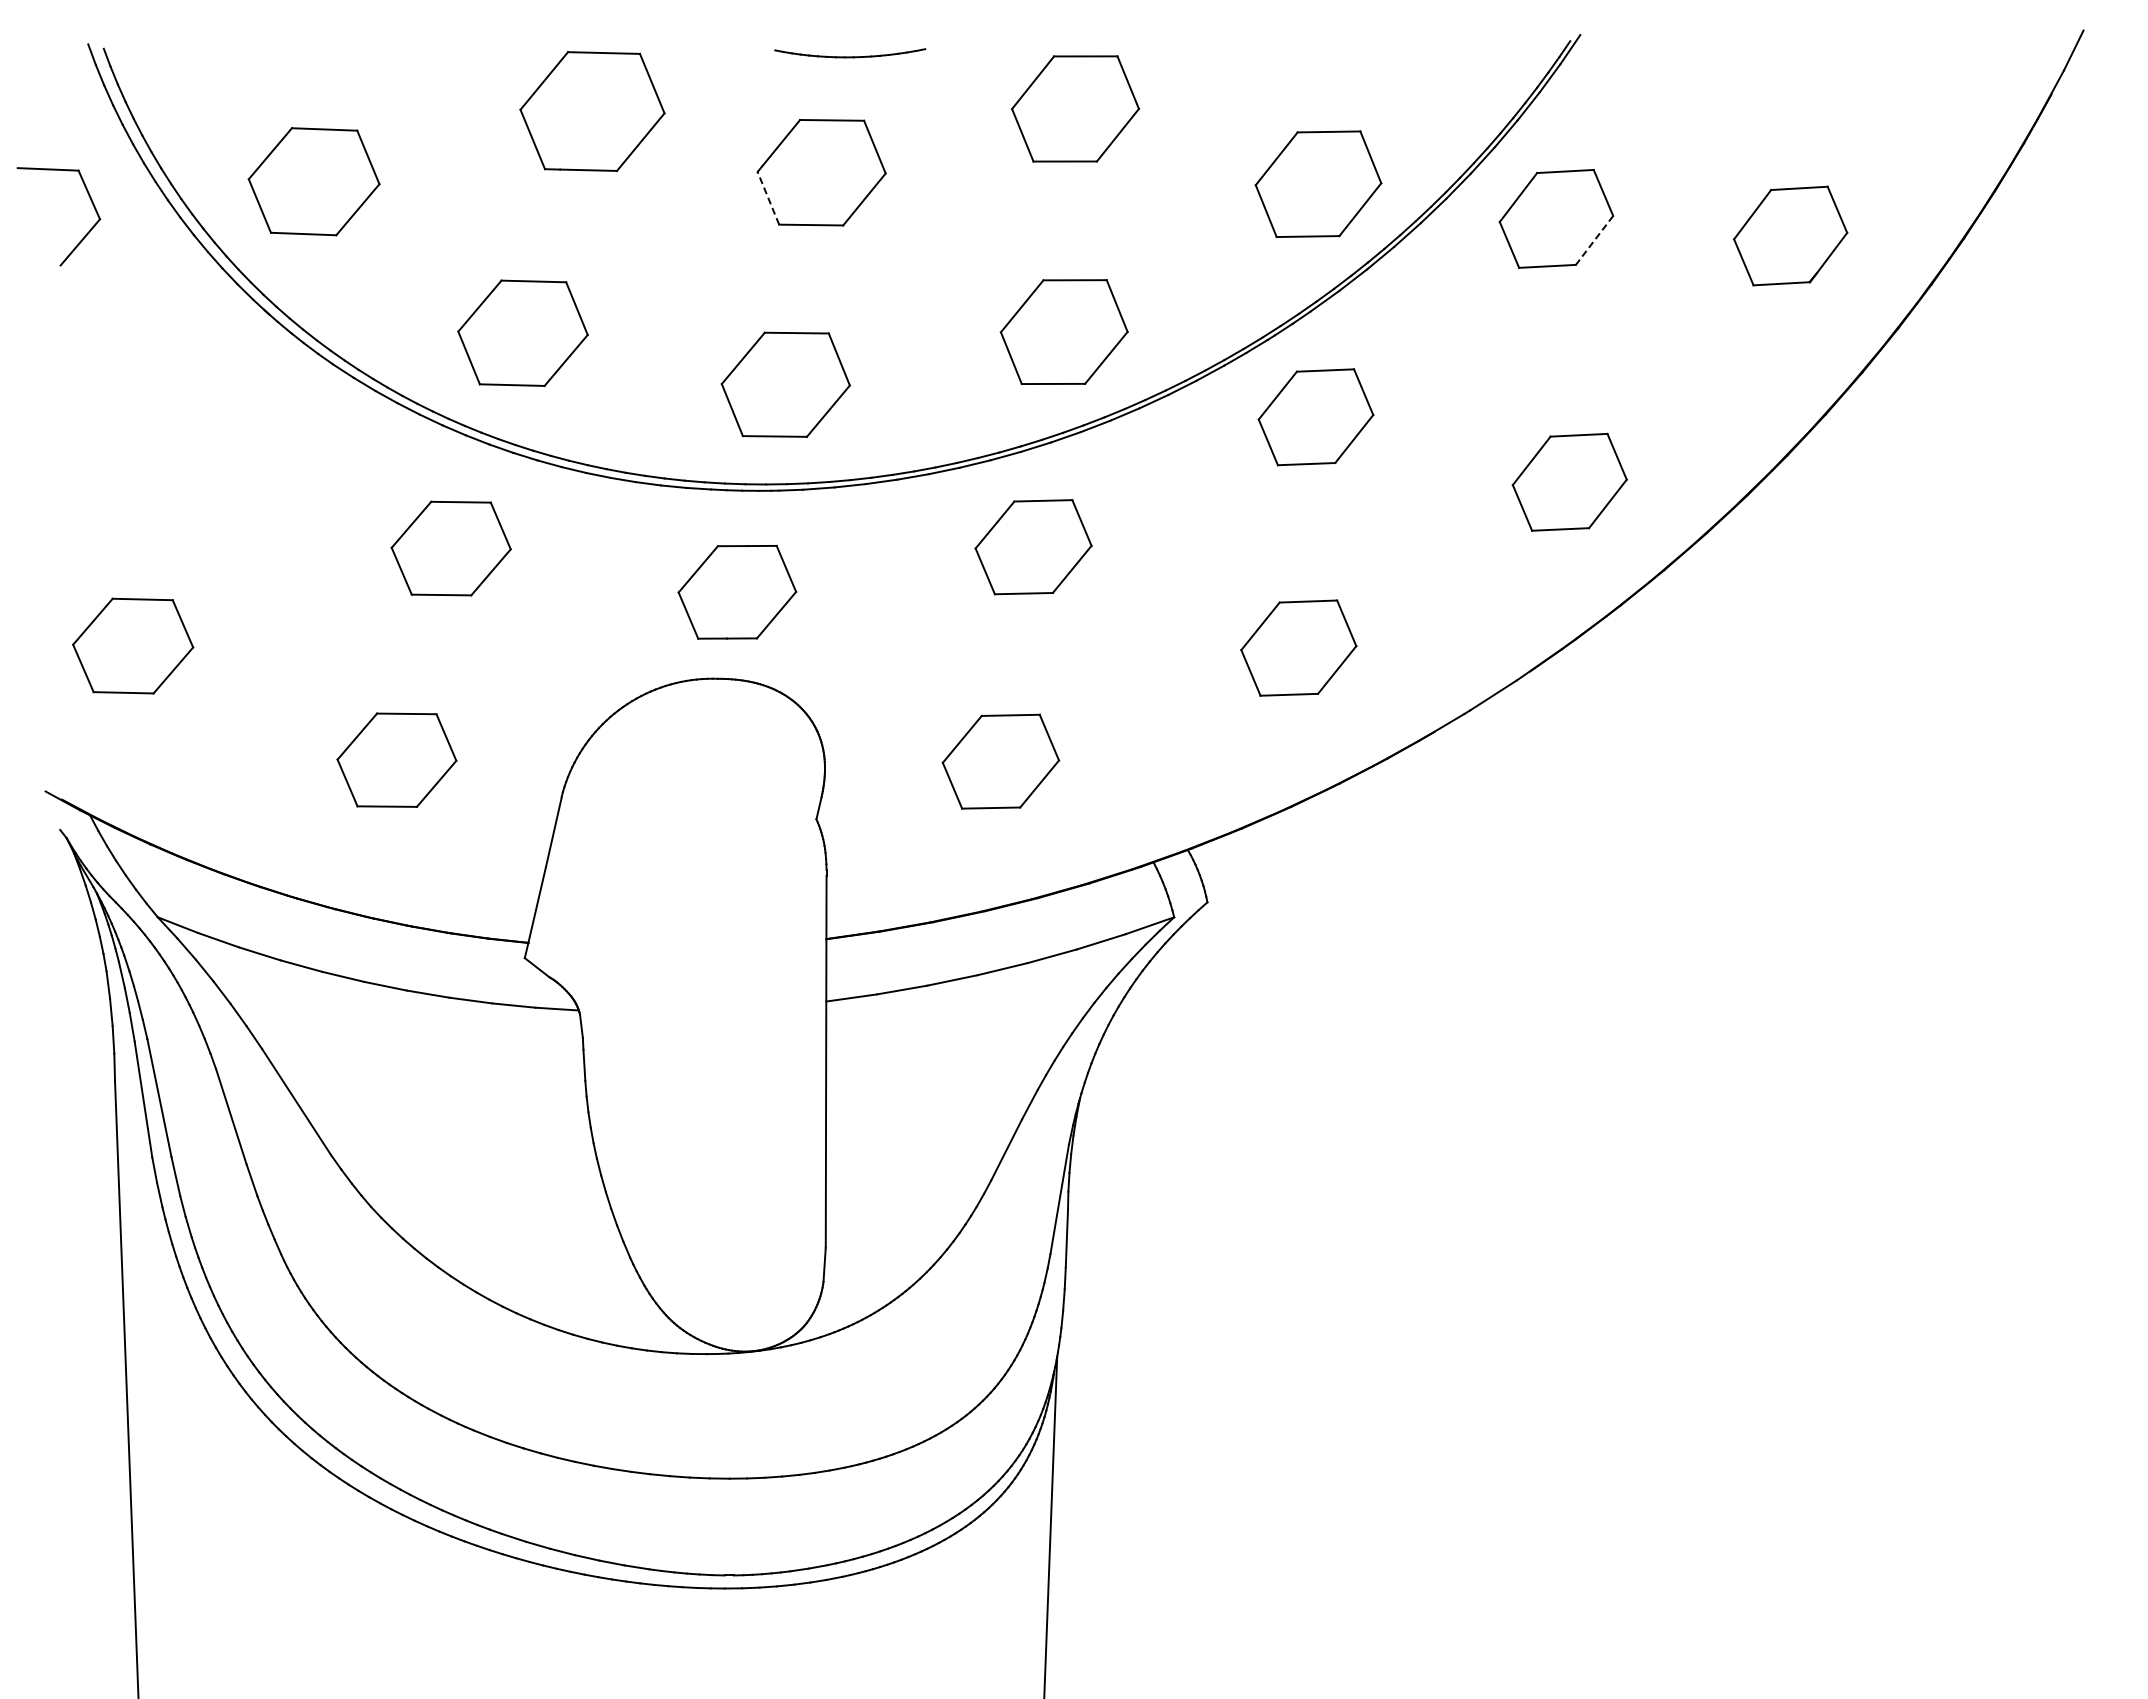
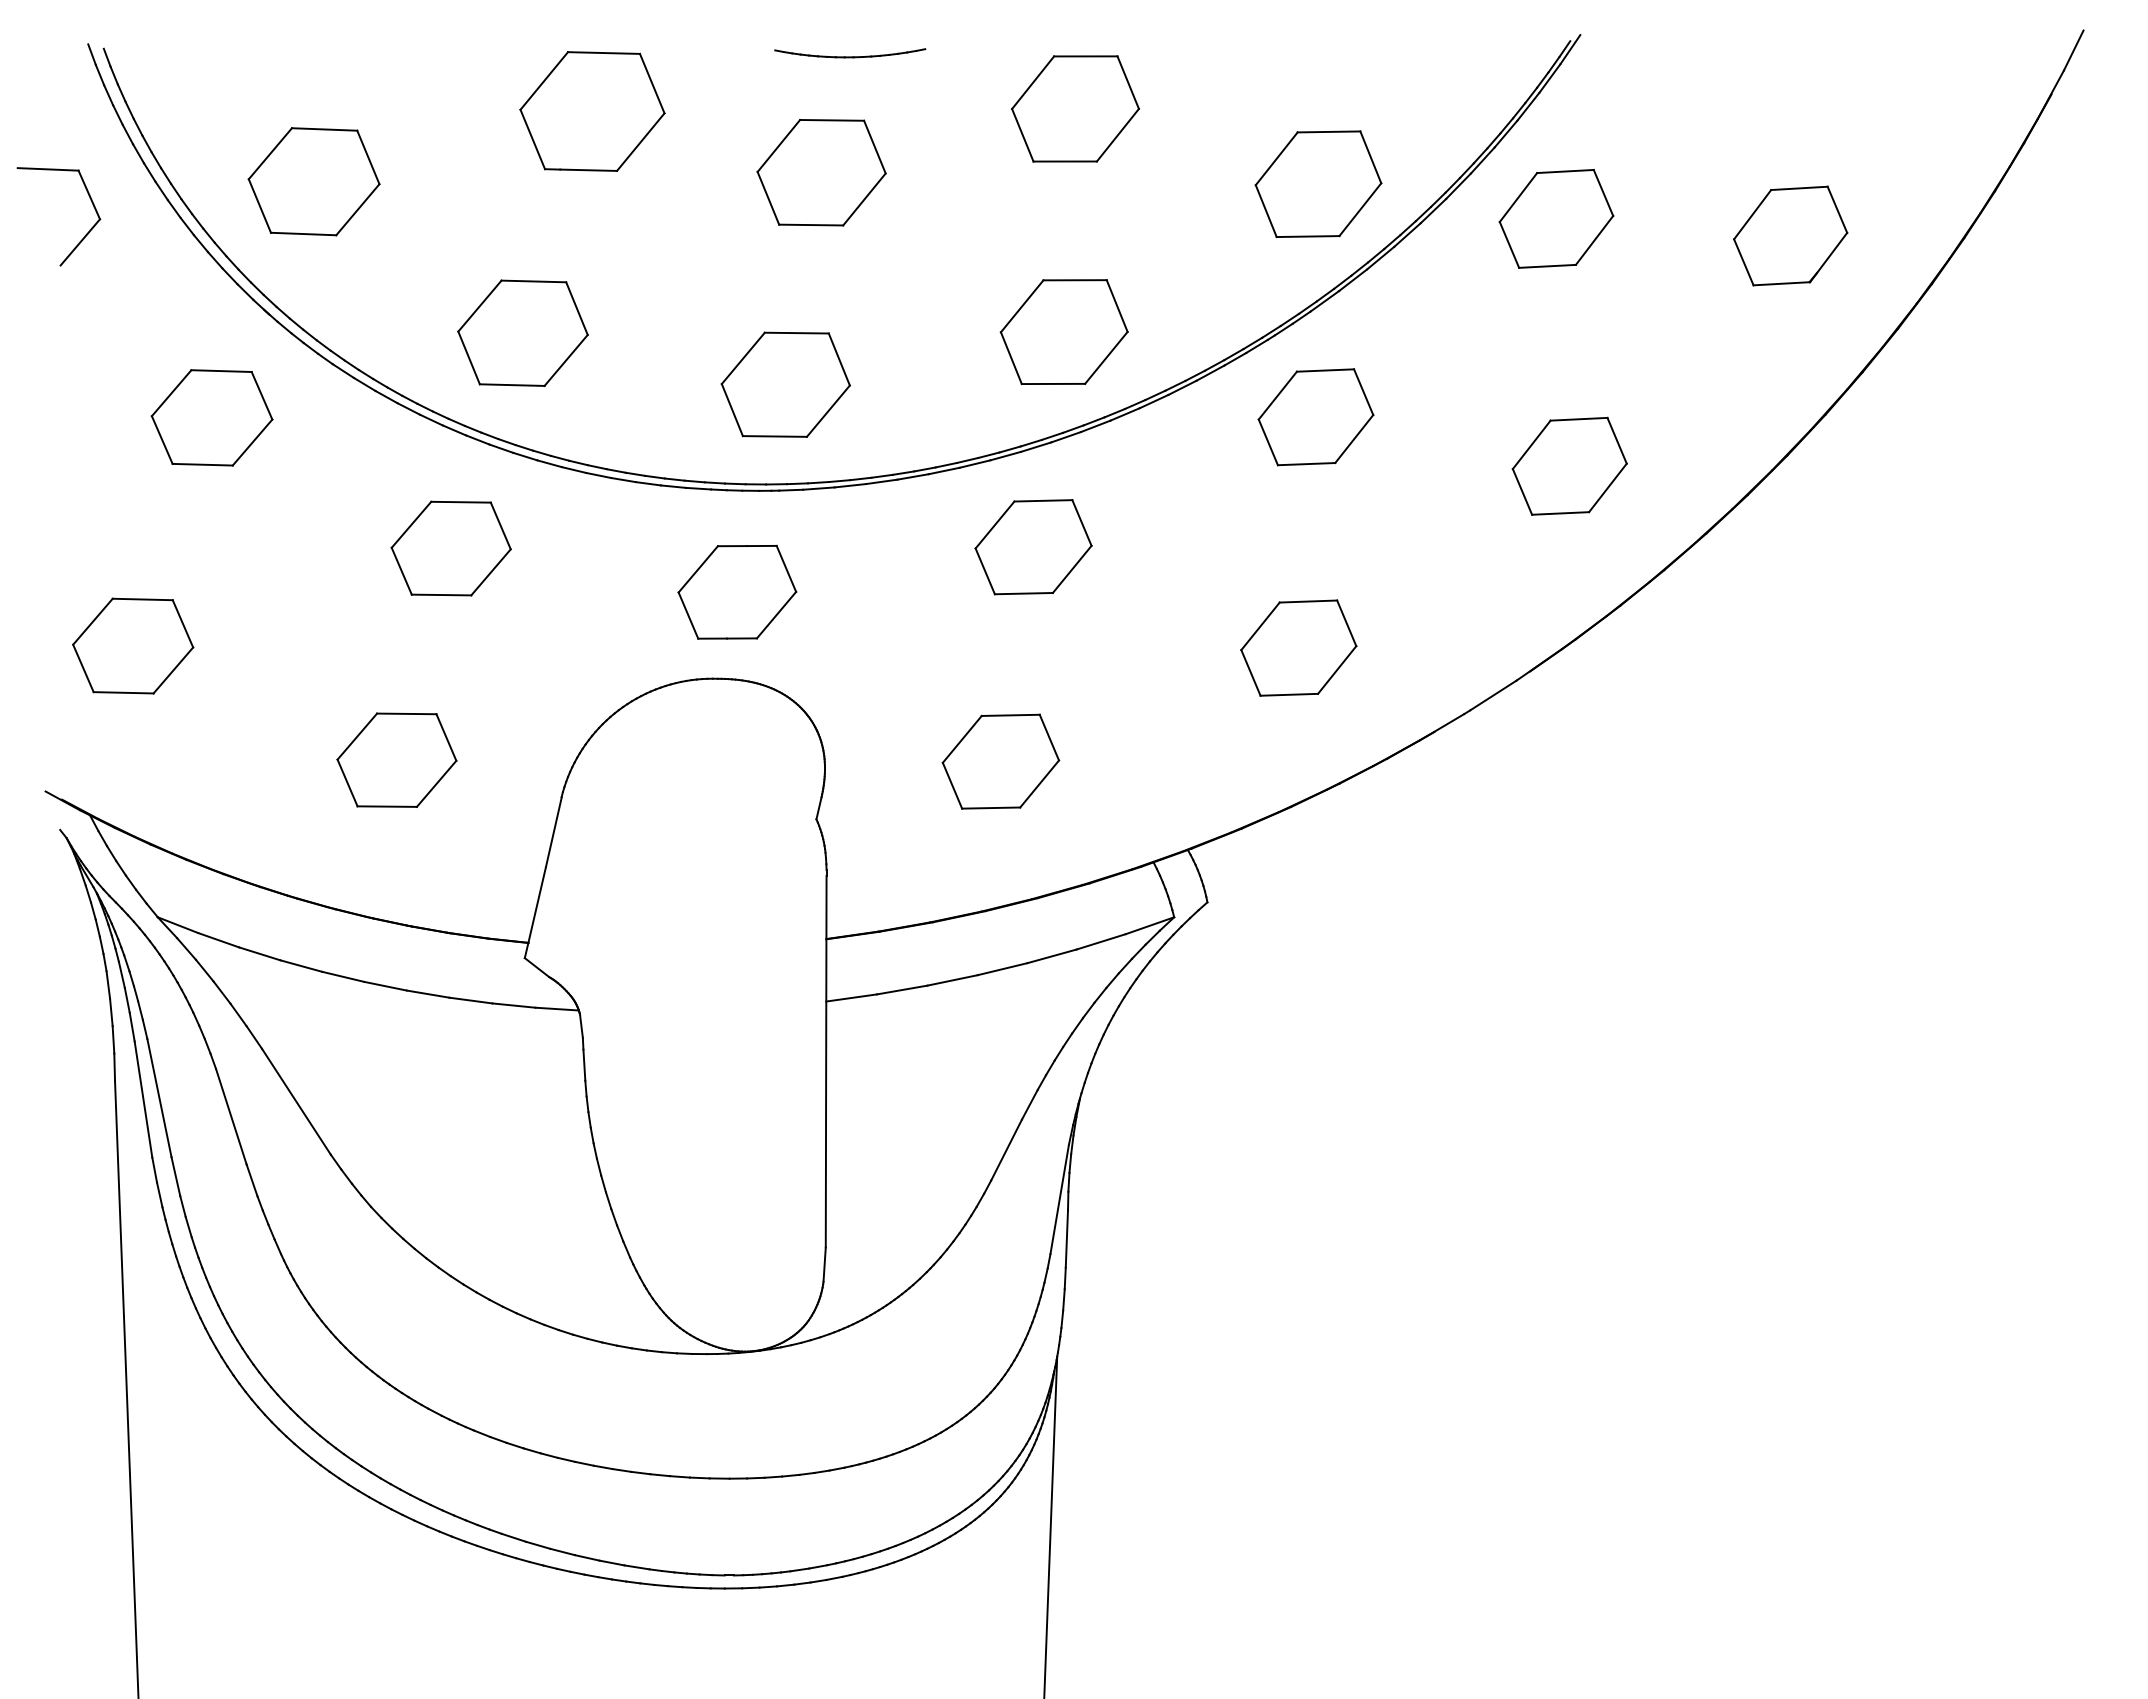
line at (768, 197): dashed -> solid
line at (1594, 240): dashed -> solid
part at (211, 417): none -> present
part at (1569, 481) position: (1569, 481) -> (1569, 465)
